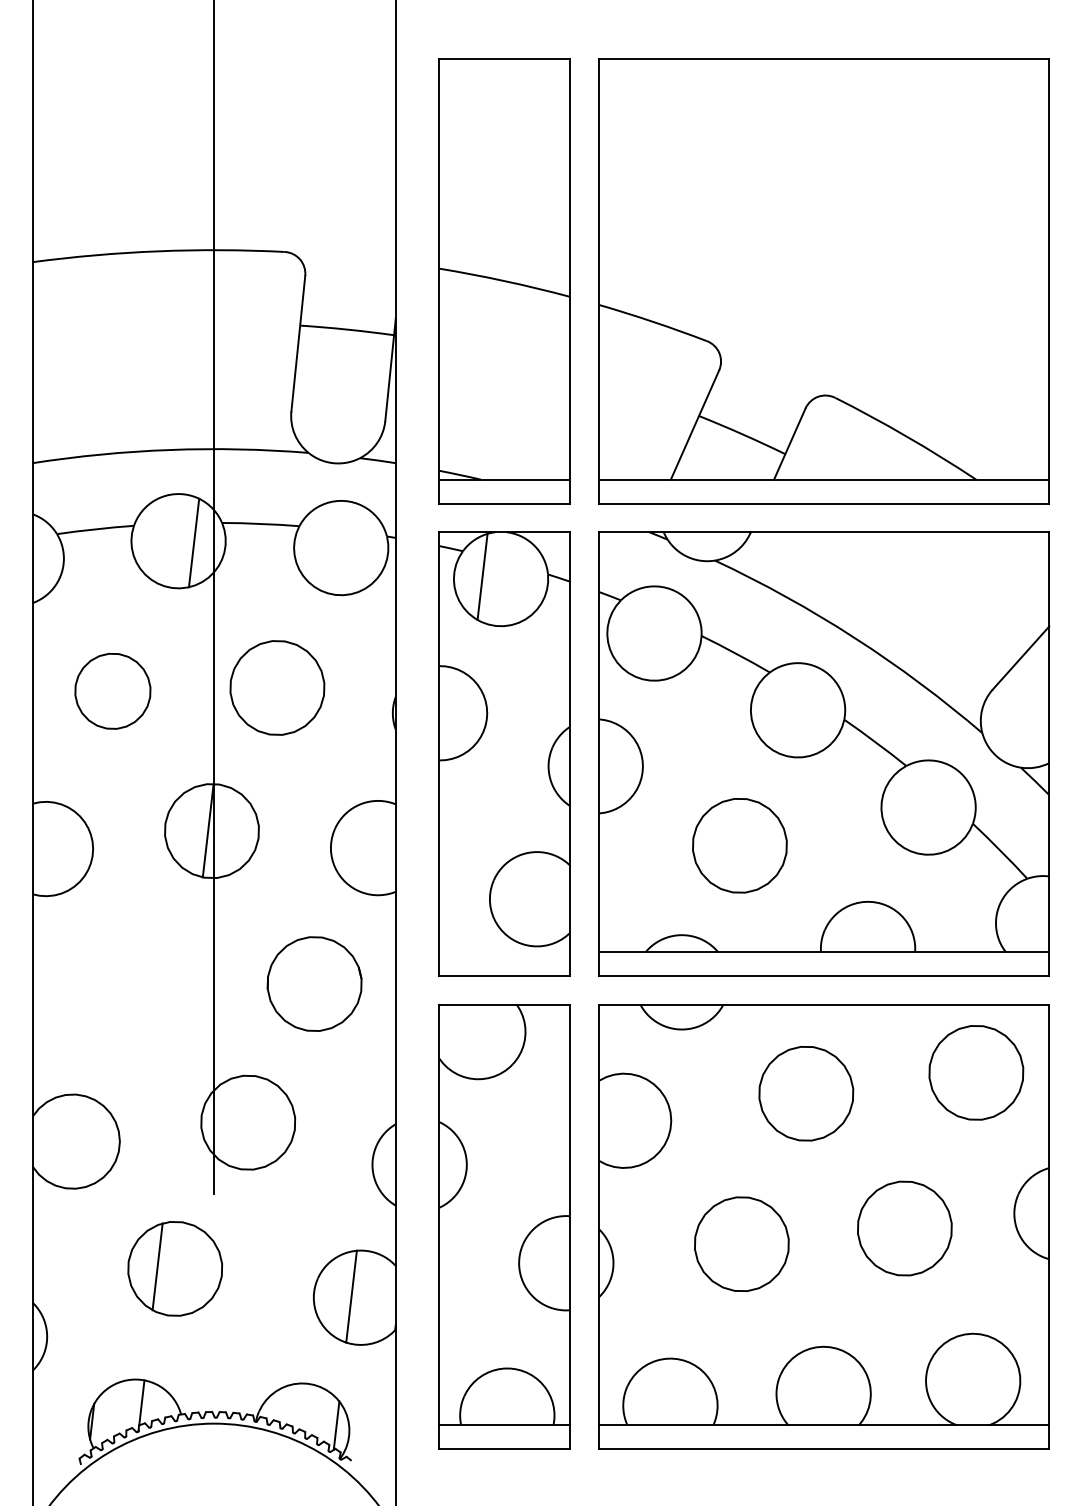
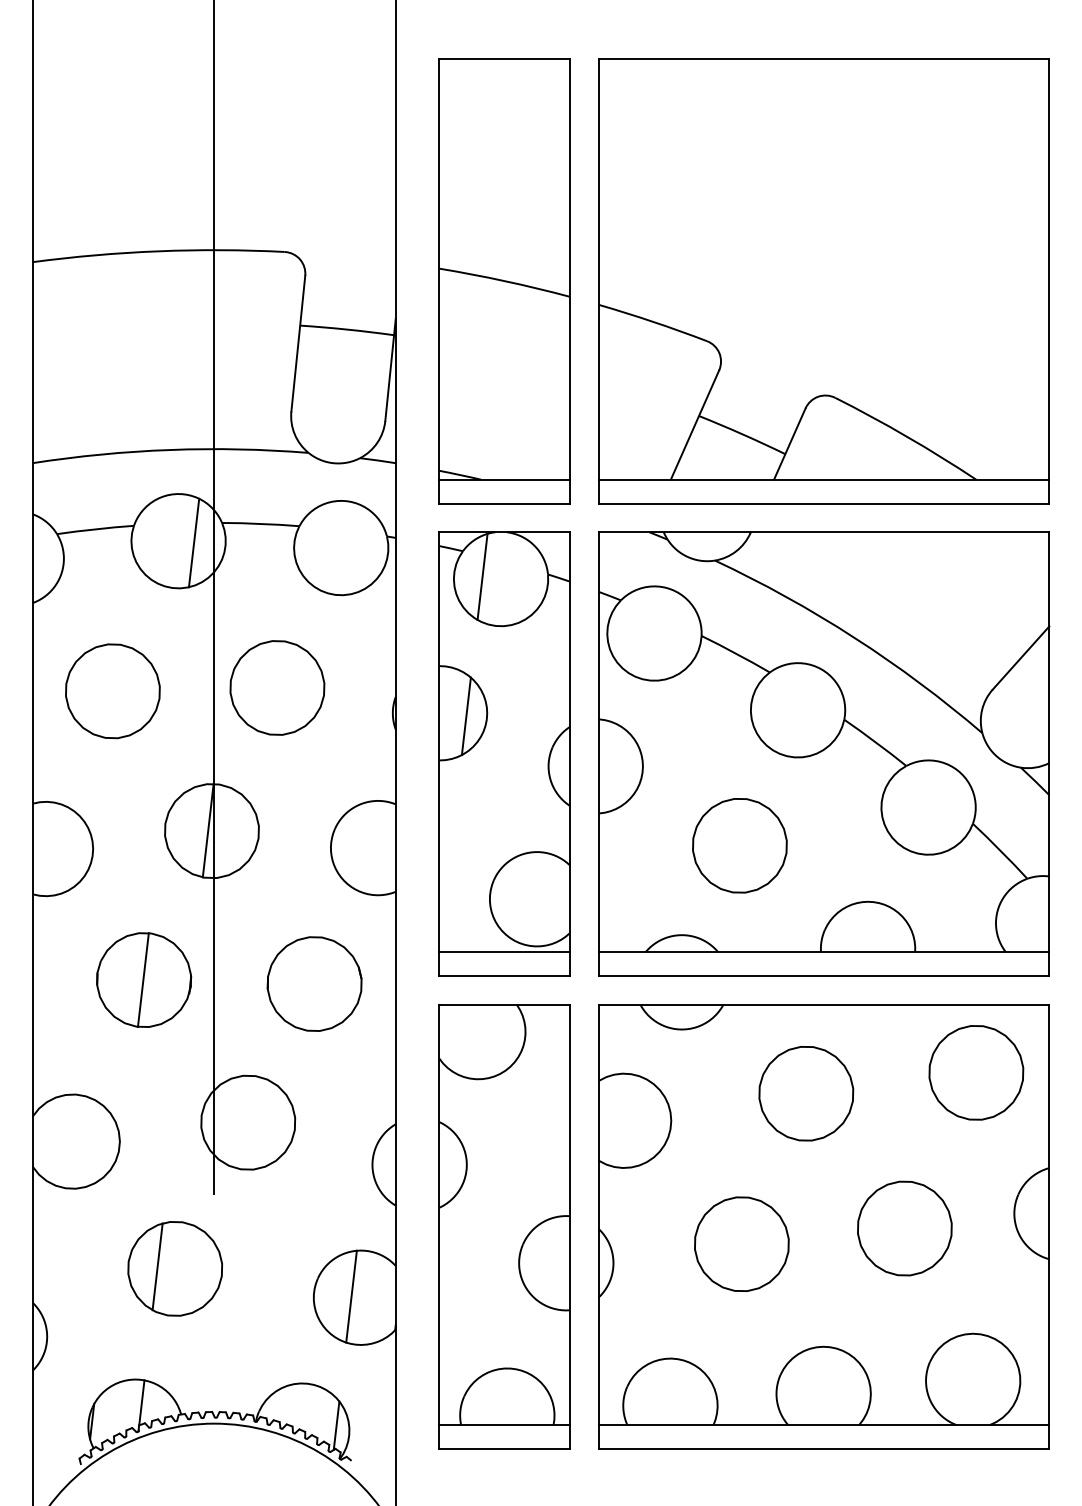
part at (112, 690) size: 78x78 px -> 96x97 px
line at (465, 716): none -> present
line at (504, 952): none -> present
part at (144, 979): none -> present
